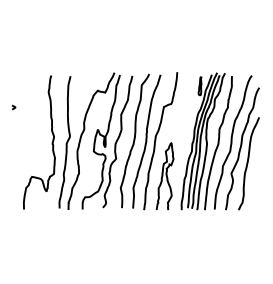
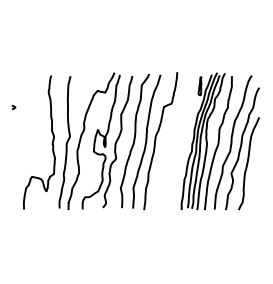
curve at (163, 176): present -> none
